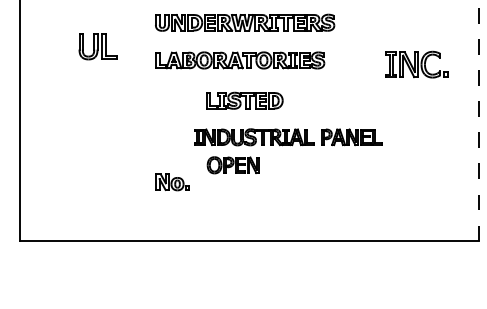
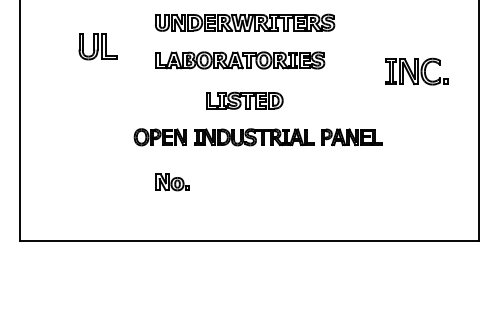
part at (416, 64) position: (416, 64) -> (416, 71)
line at (478, 120): dashed -> solid
part at (232, 165) position: (232, 165) -> (159, 137)
